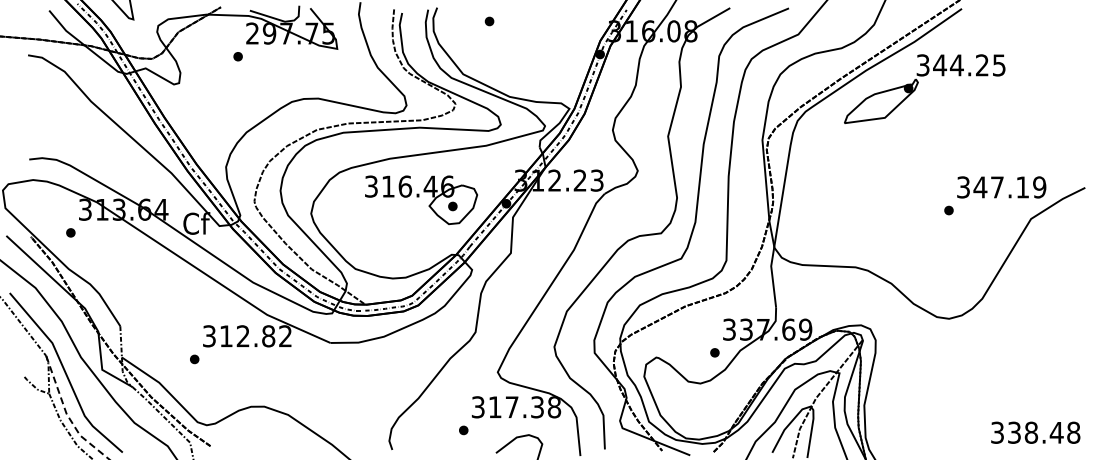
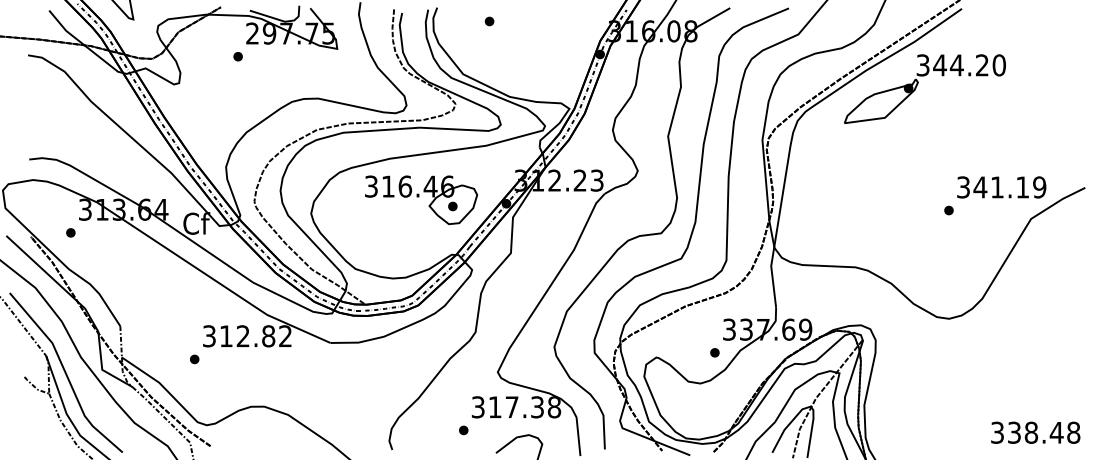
text at (998, 65): 344.25 -> 344.20
text at (997, 187): 347.19 -> 341.19
line at (67, 414): dashed -> solid
